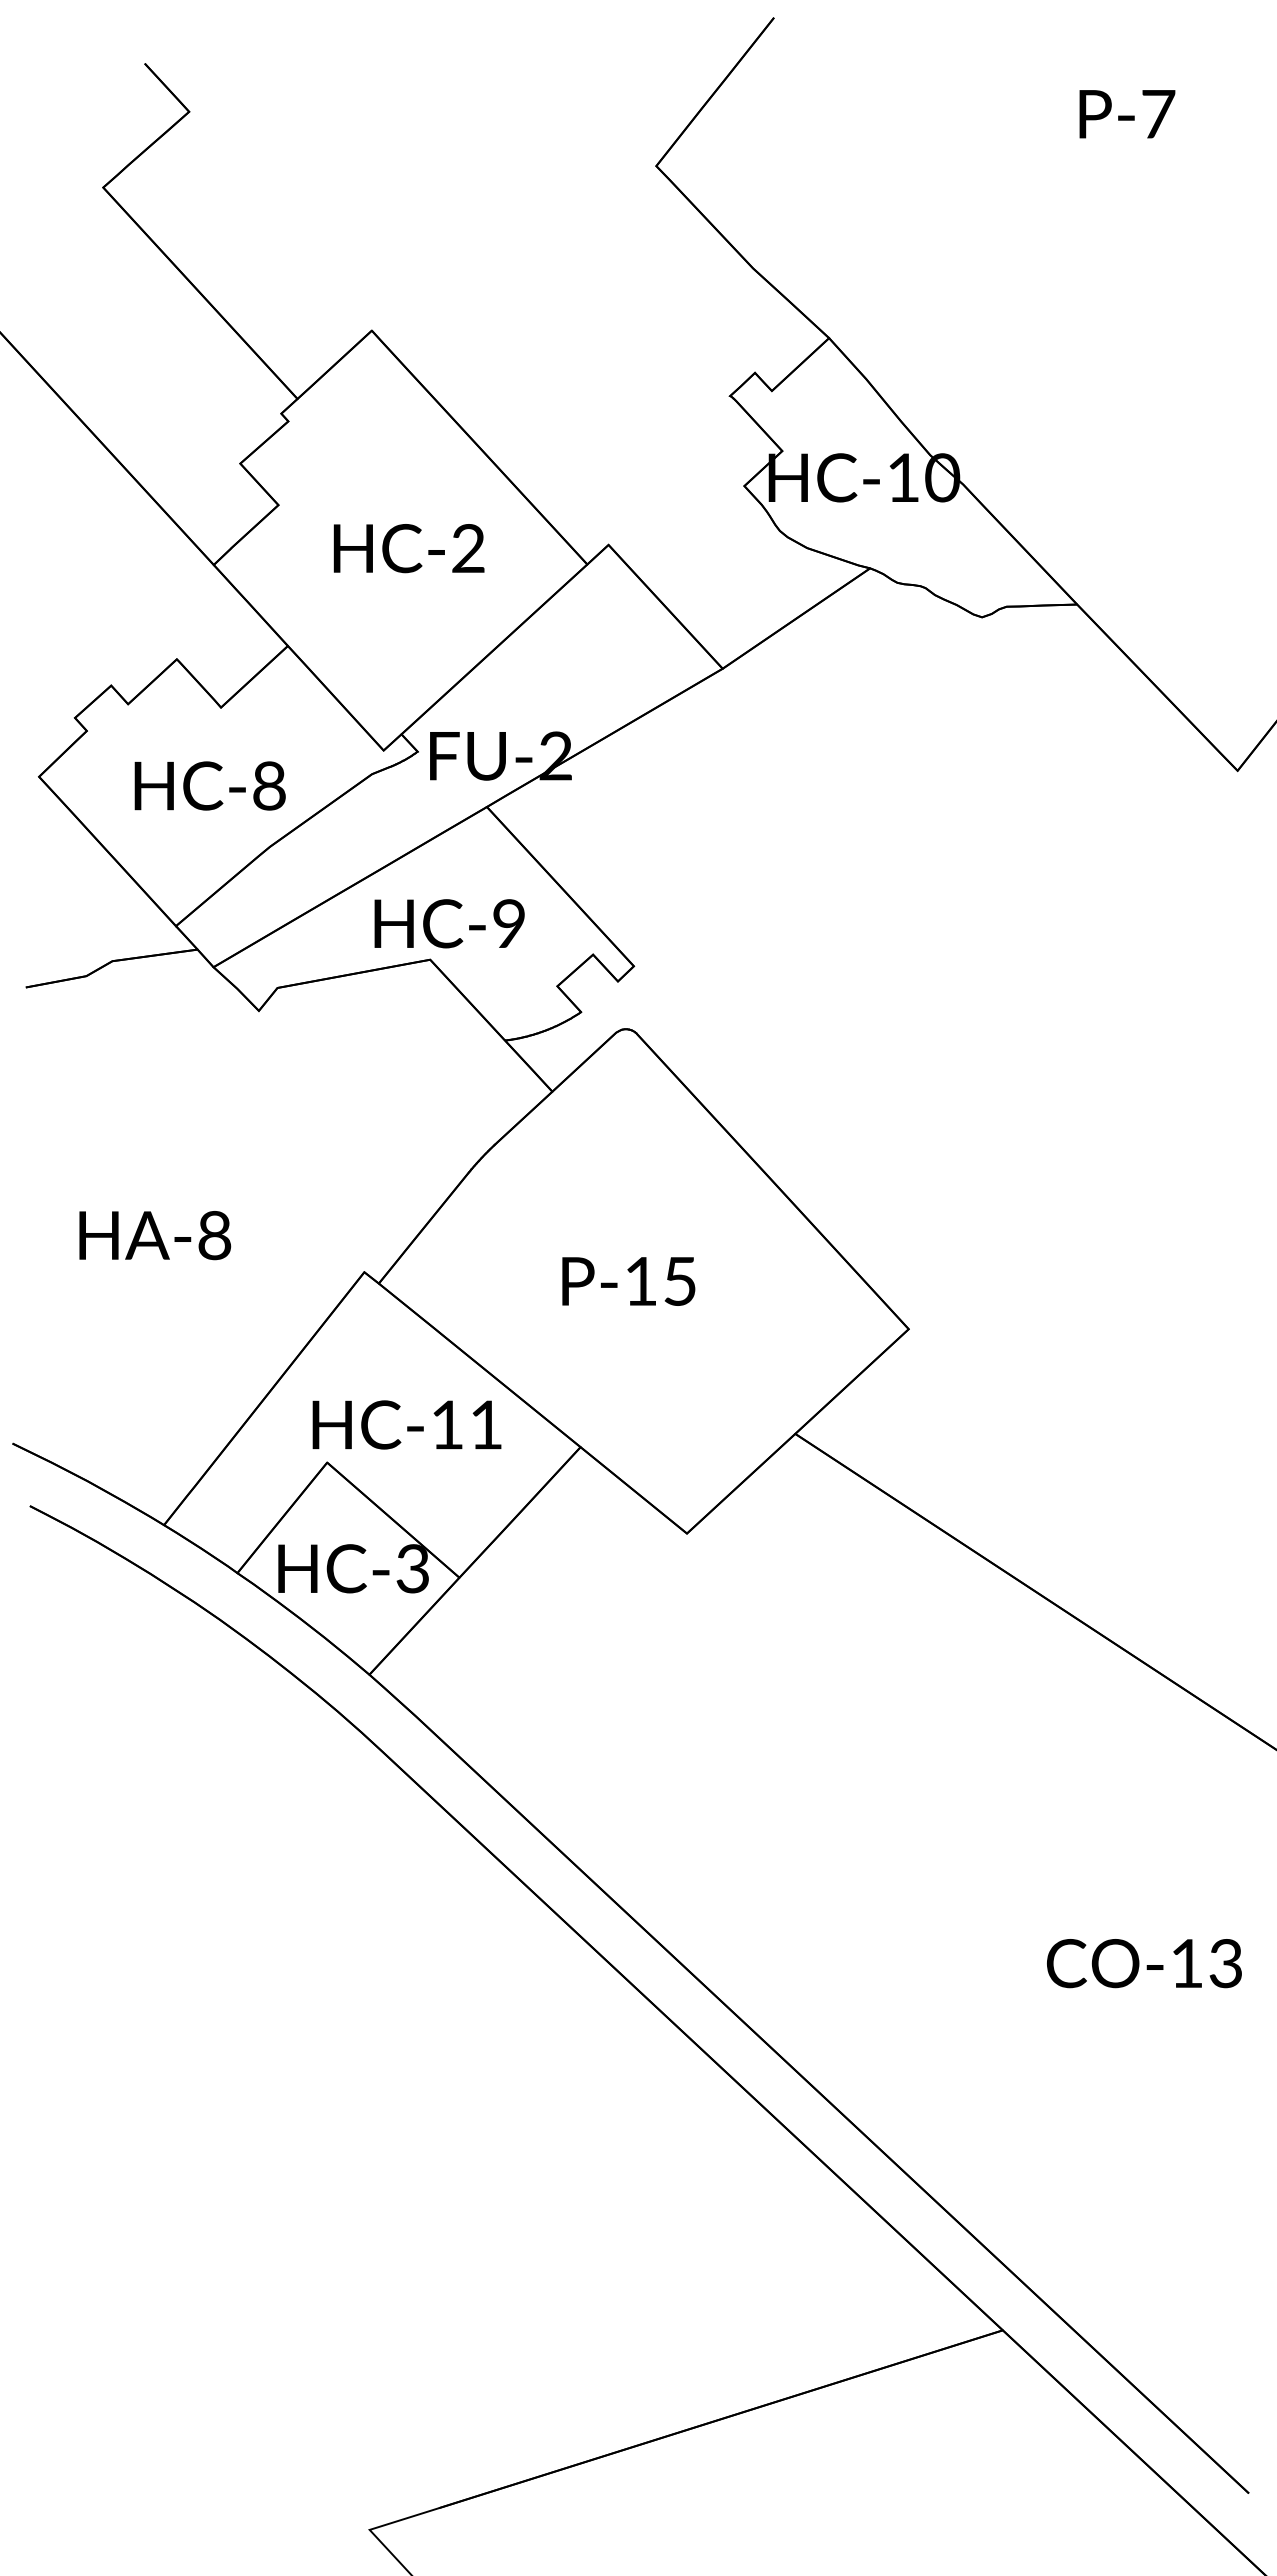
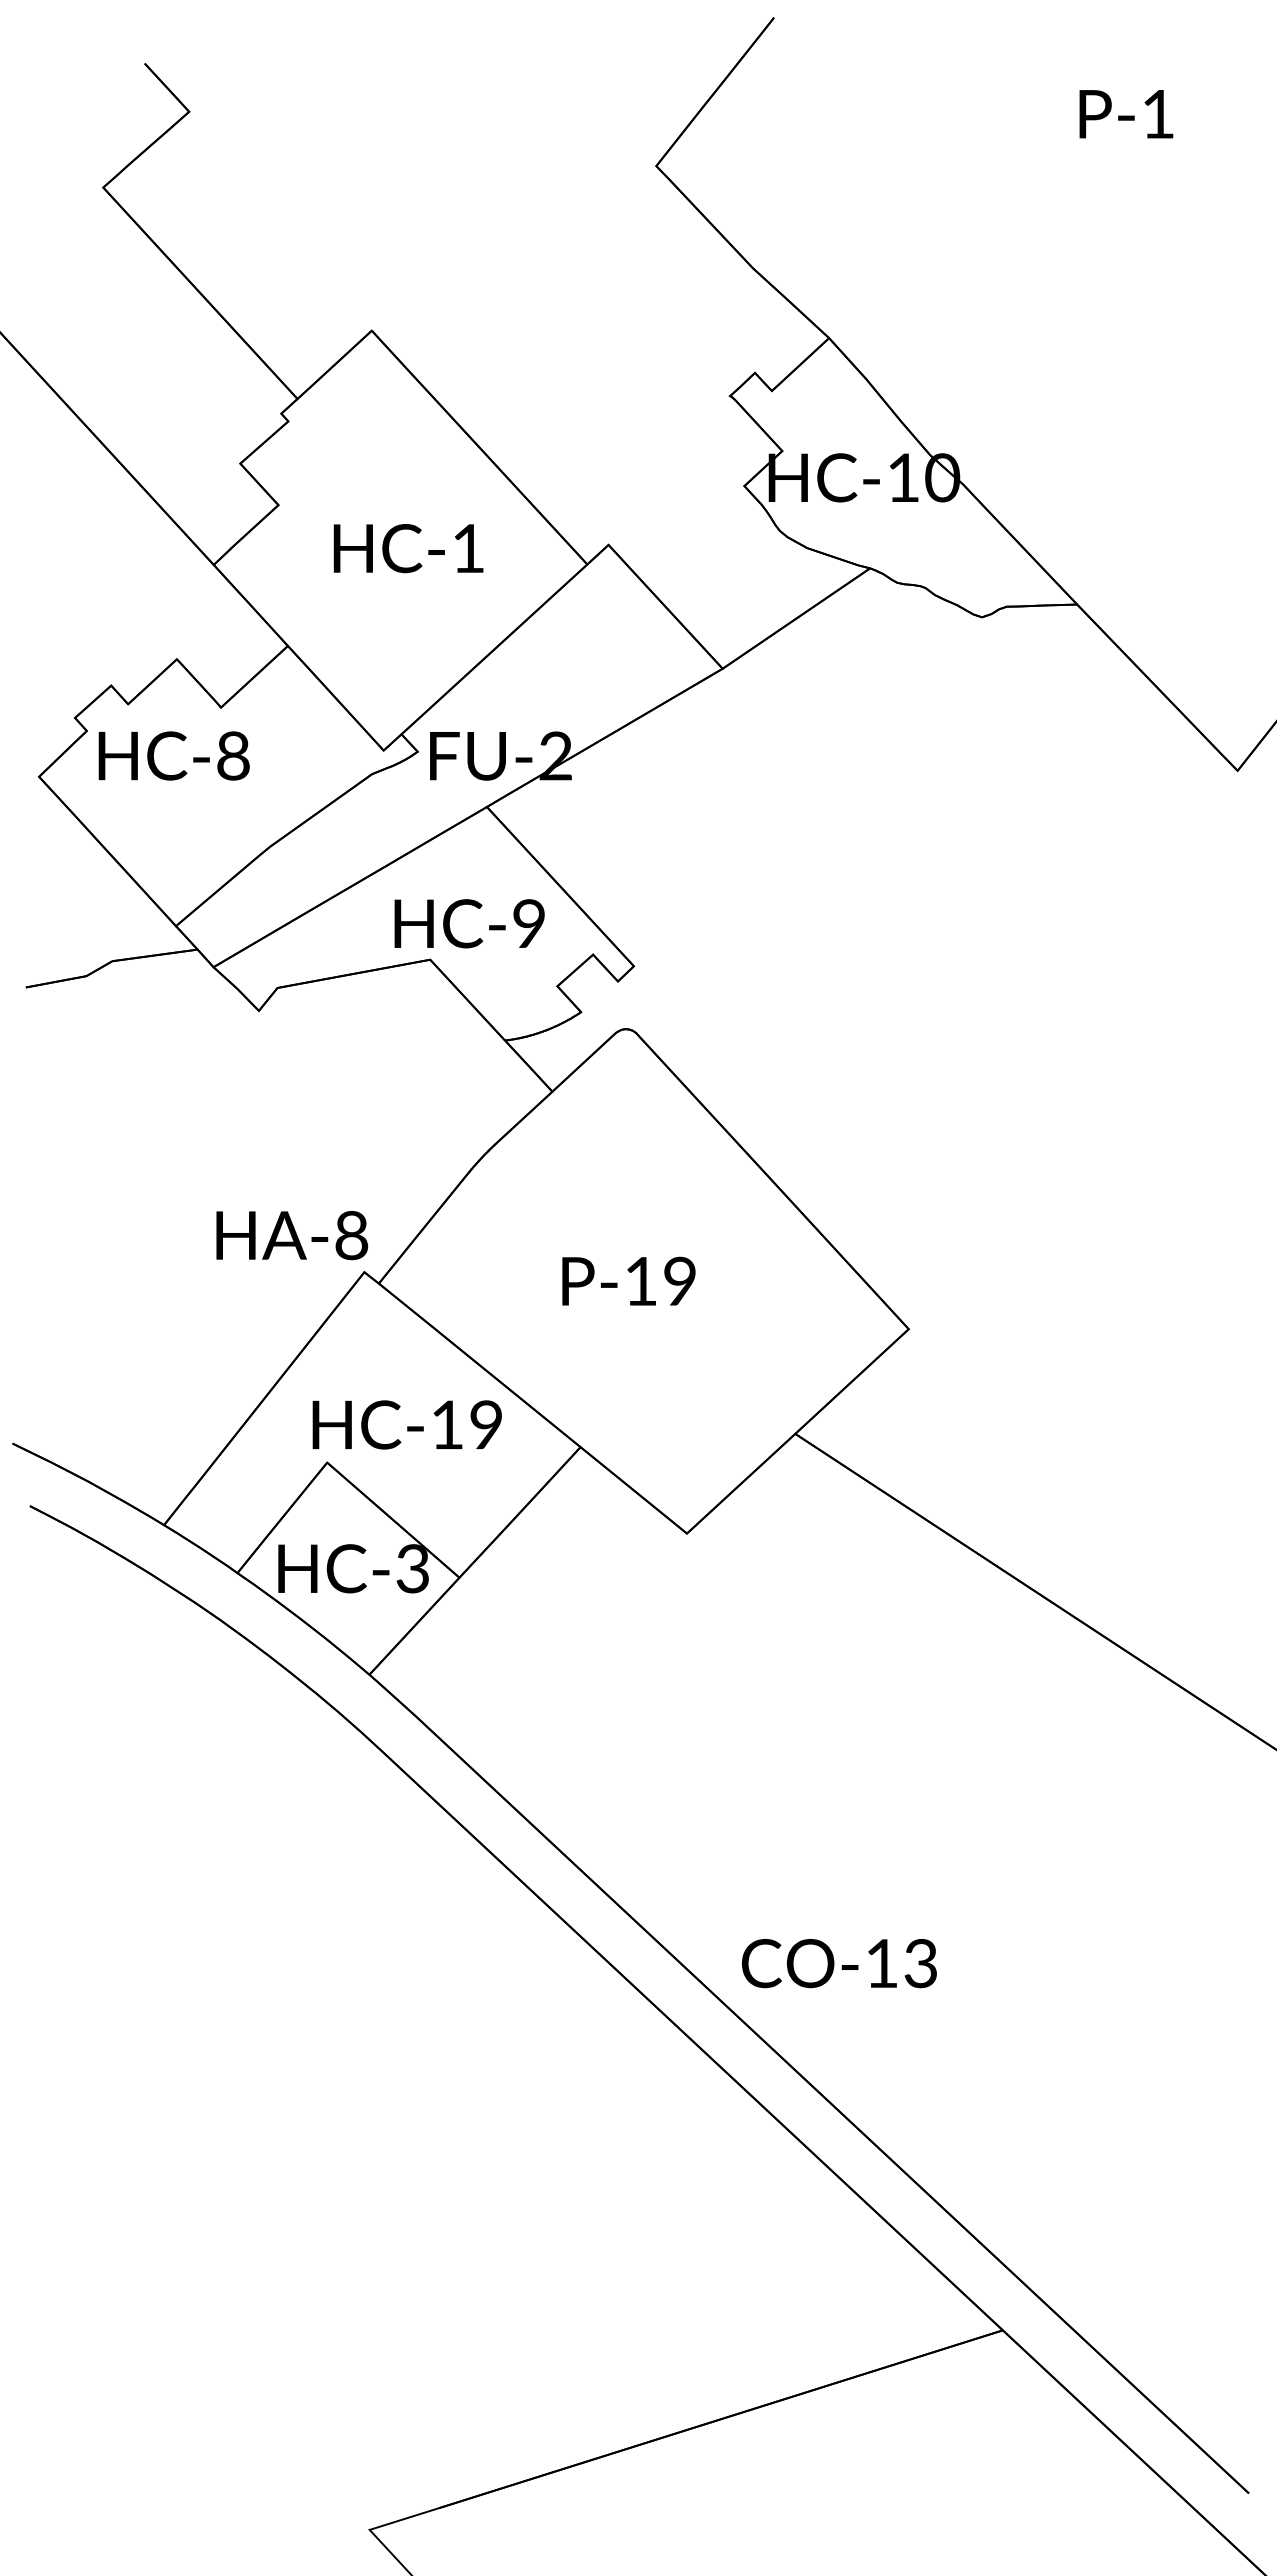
text at (1158, 114): P-7 -> P-1
text at (468, 548): HC-2 -> HC-1
text at (209, 785) position: (209, 785) -> (173, 755)
text at (449, 923) position: (449, 923) -> (469, 923)
text at (155, 1235) position: (155, 1235) -> (292, 1235)
text at (679, 1280): P-15 -> P-19
text at (485, 1424): HC-11 -> HC-19
text at (1144, 1963) position: (1144, 1963) -> (839, 1963)
